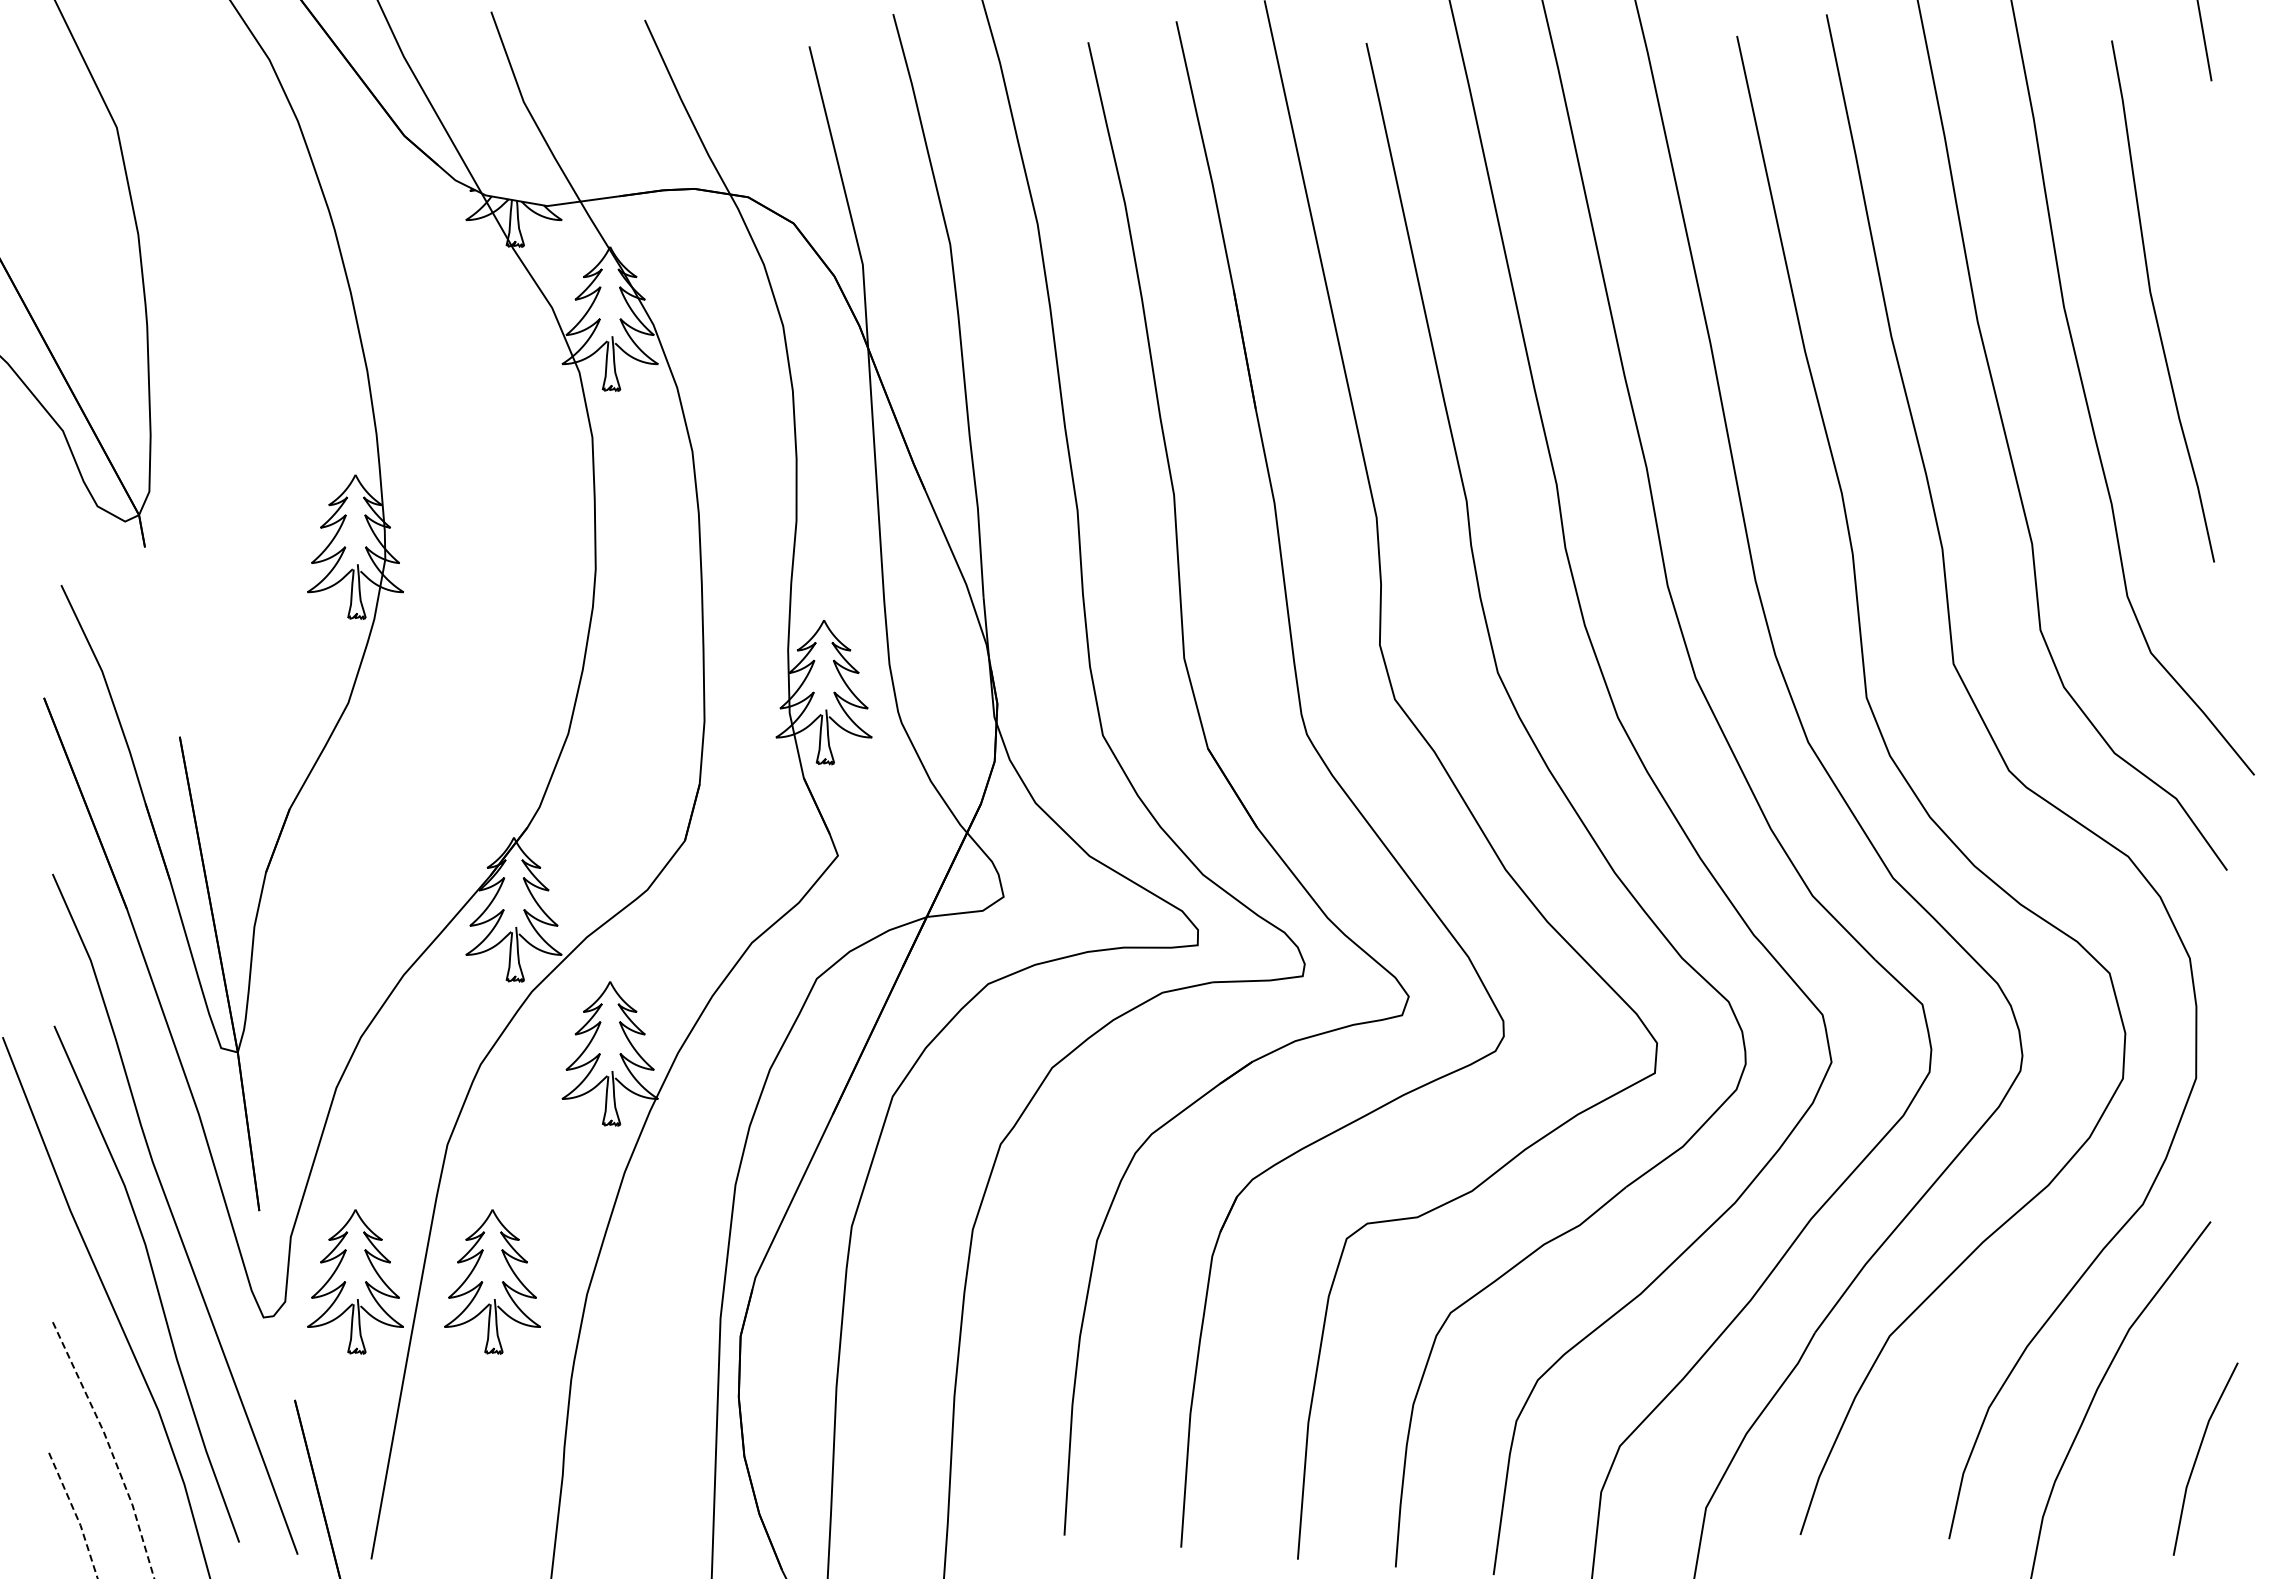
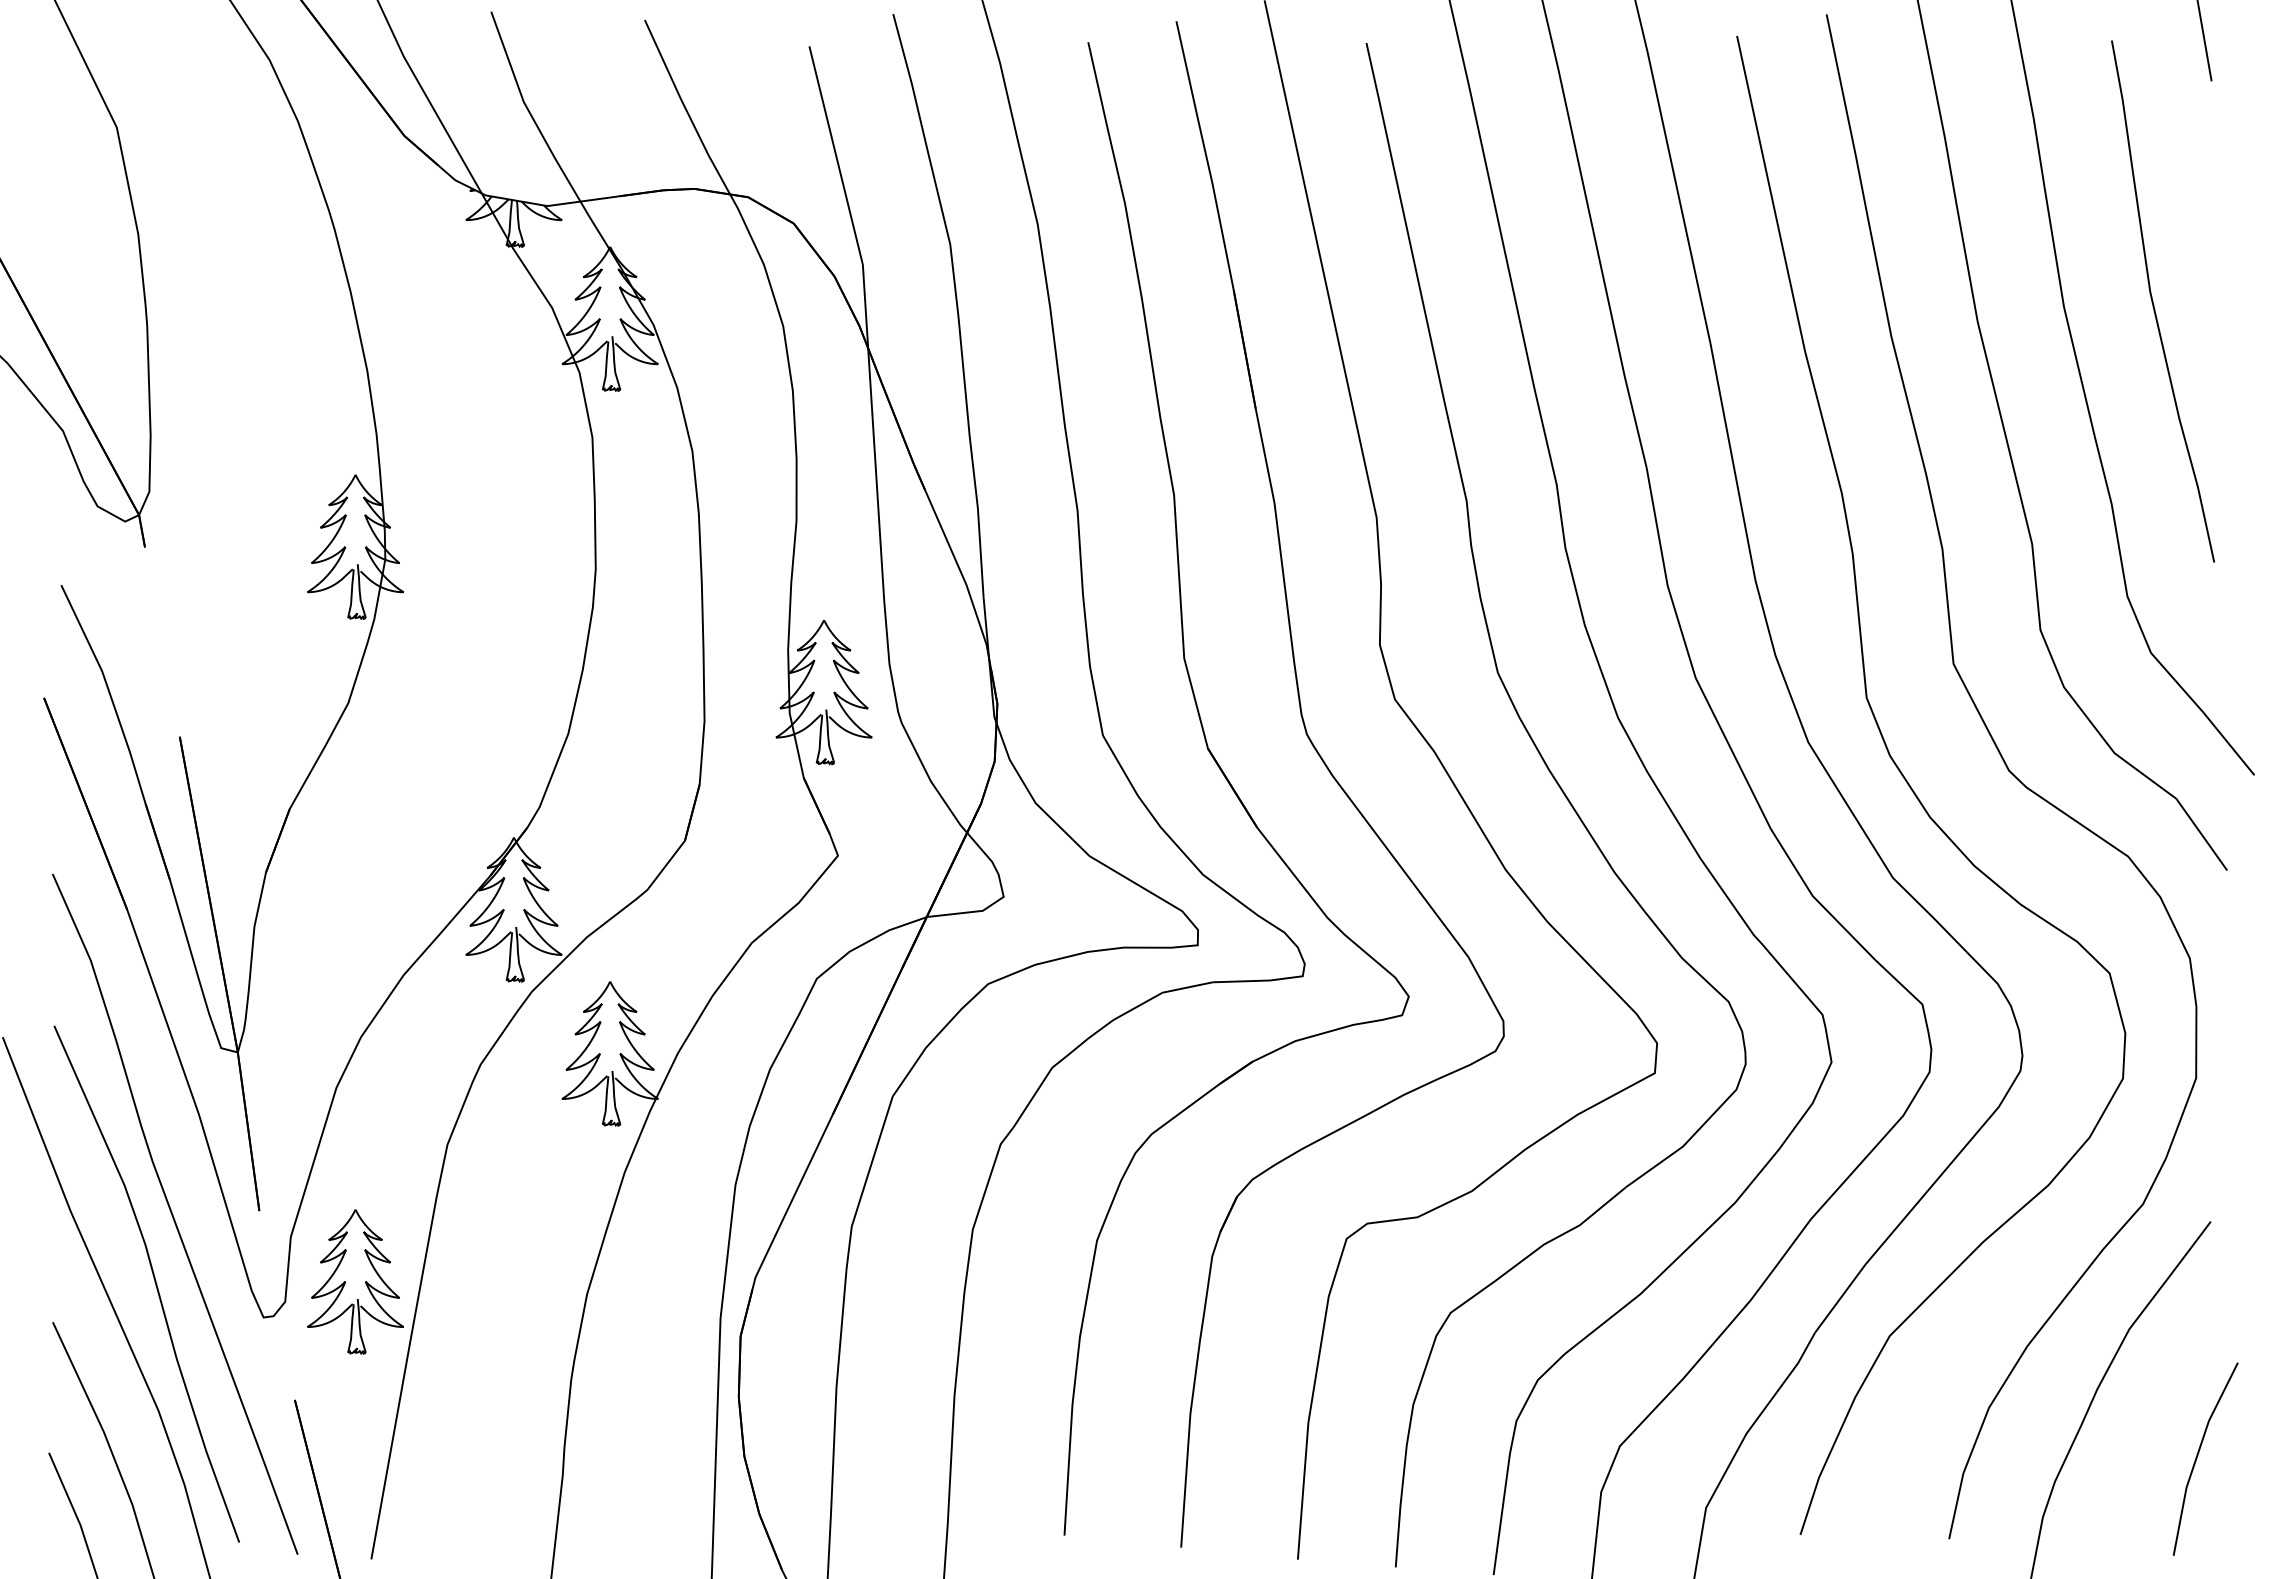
part at (492, 1281): present -> none
line at (110, 1448): dashed -> solid
line at (76, 1515): dashed -> solid
